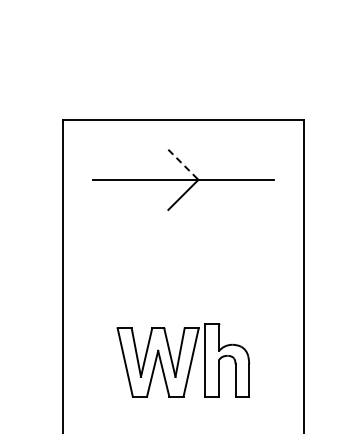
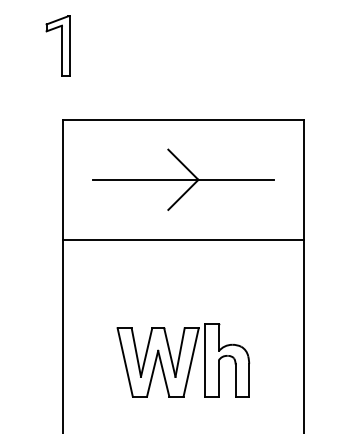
part at (57, 45): none -> present
line at (183, 165): dashed -> solid
line at (182, 240): none -> present
